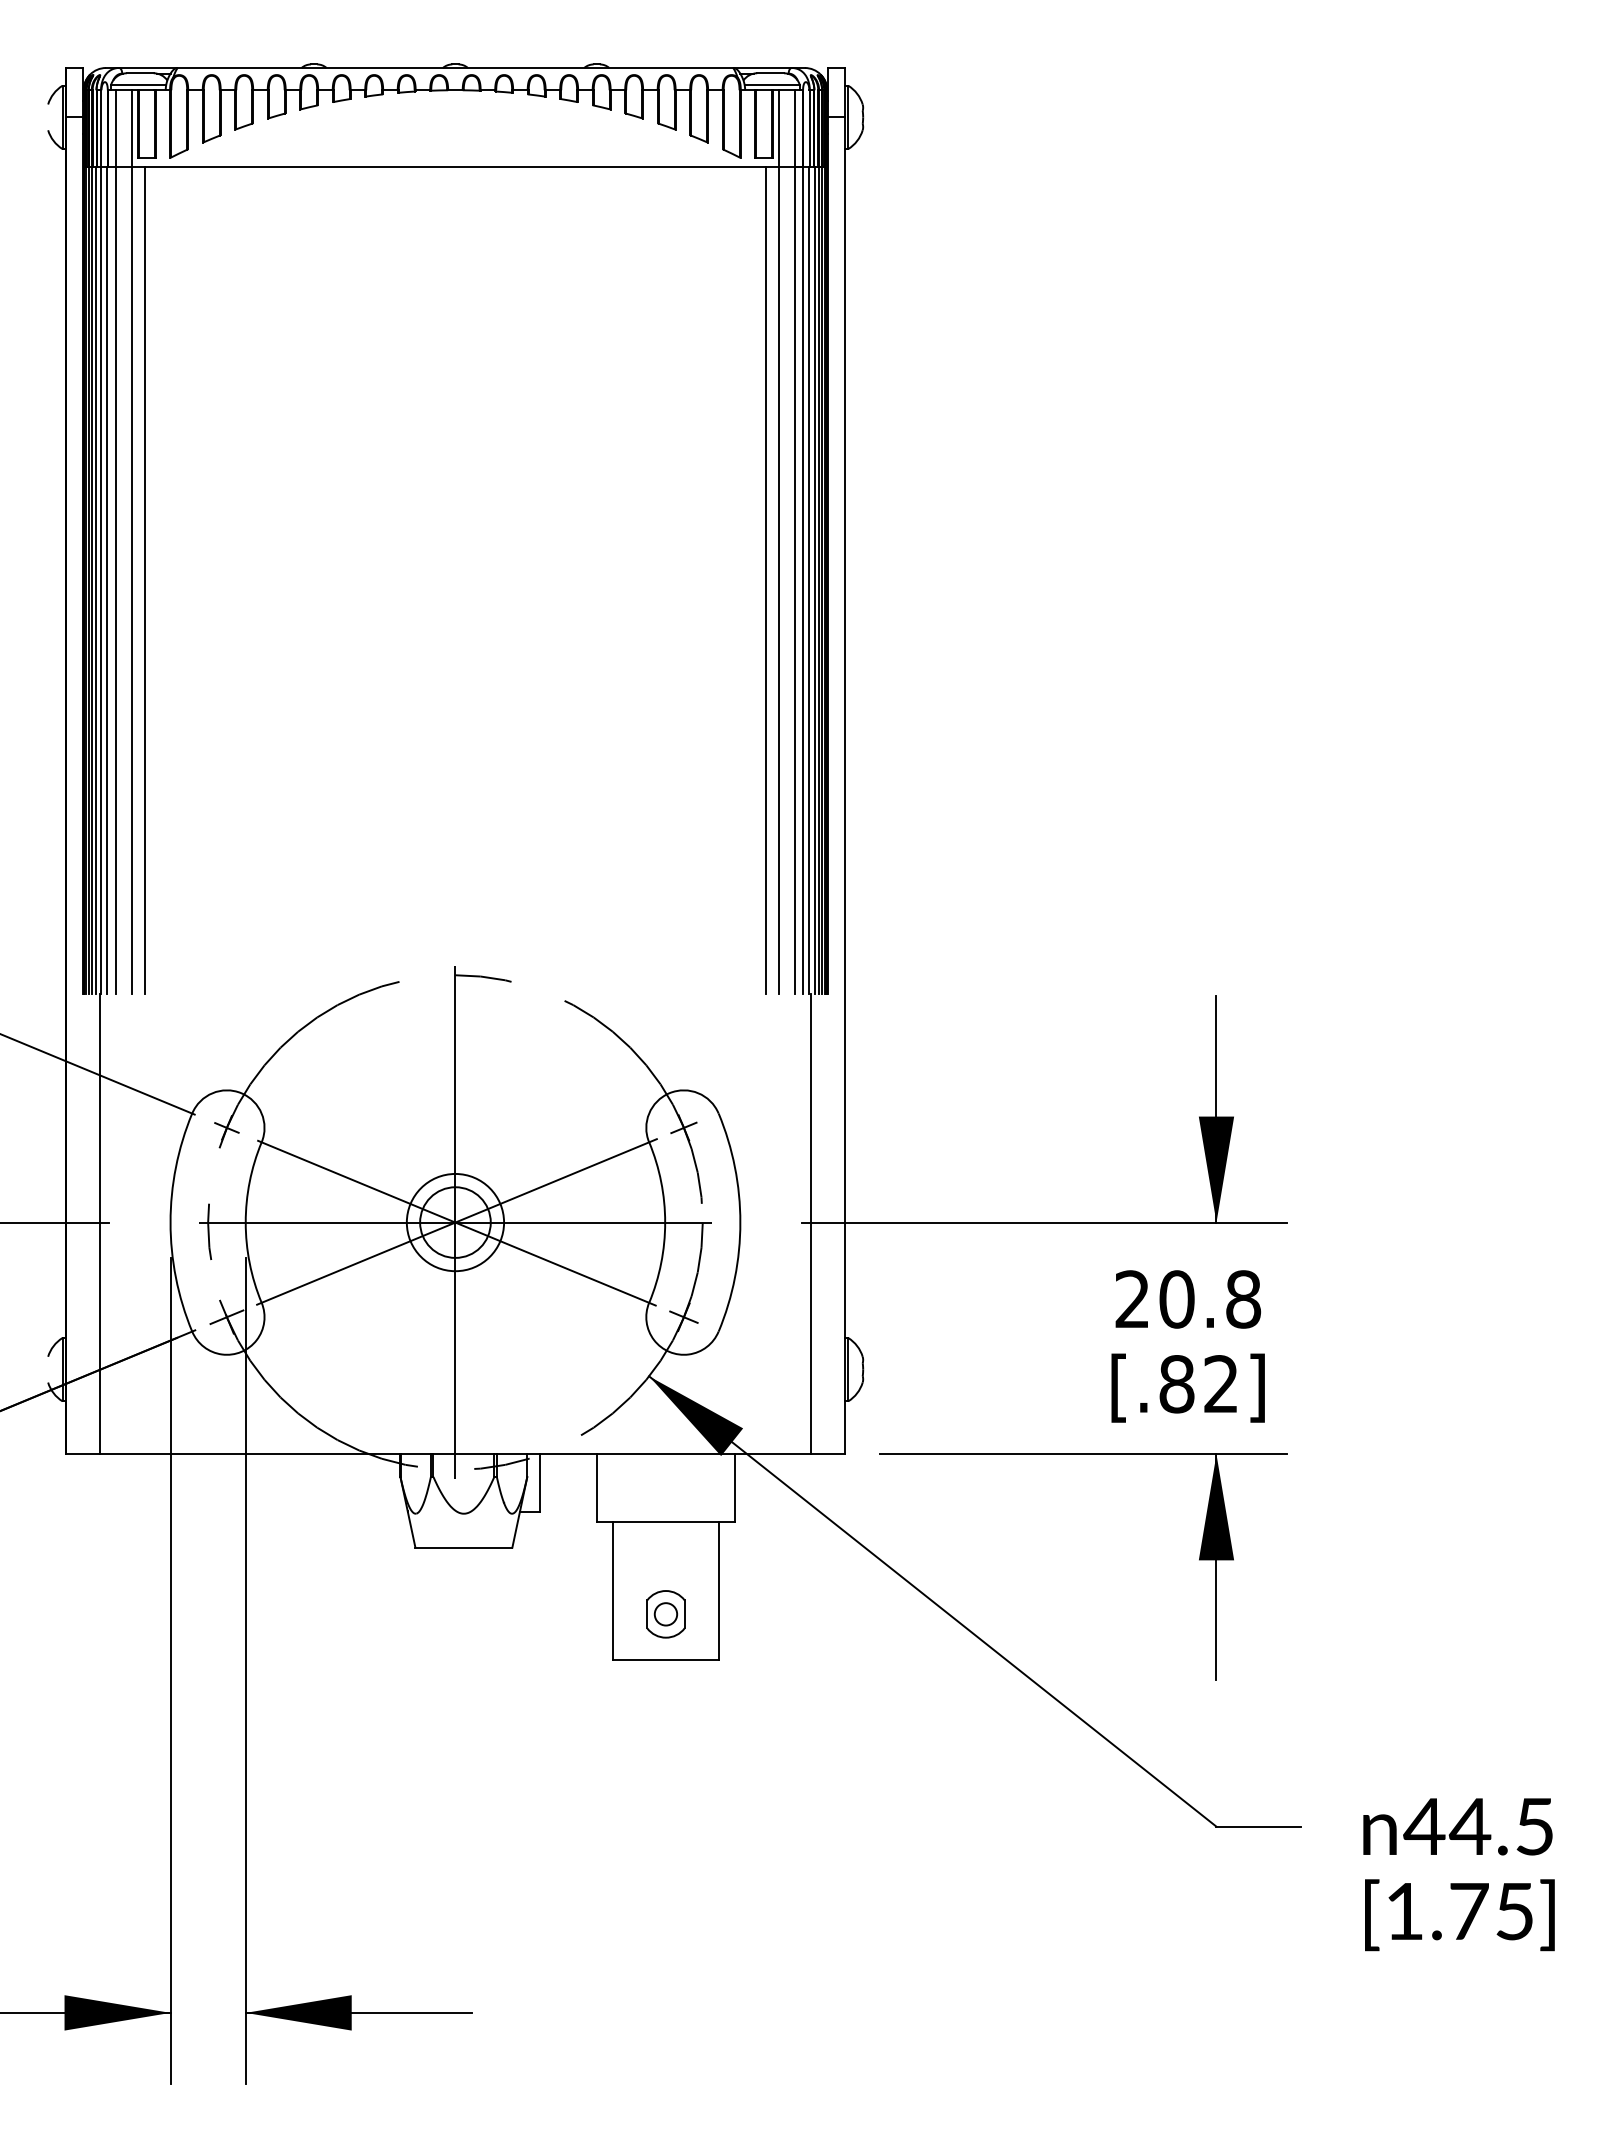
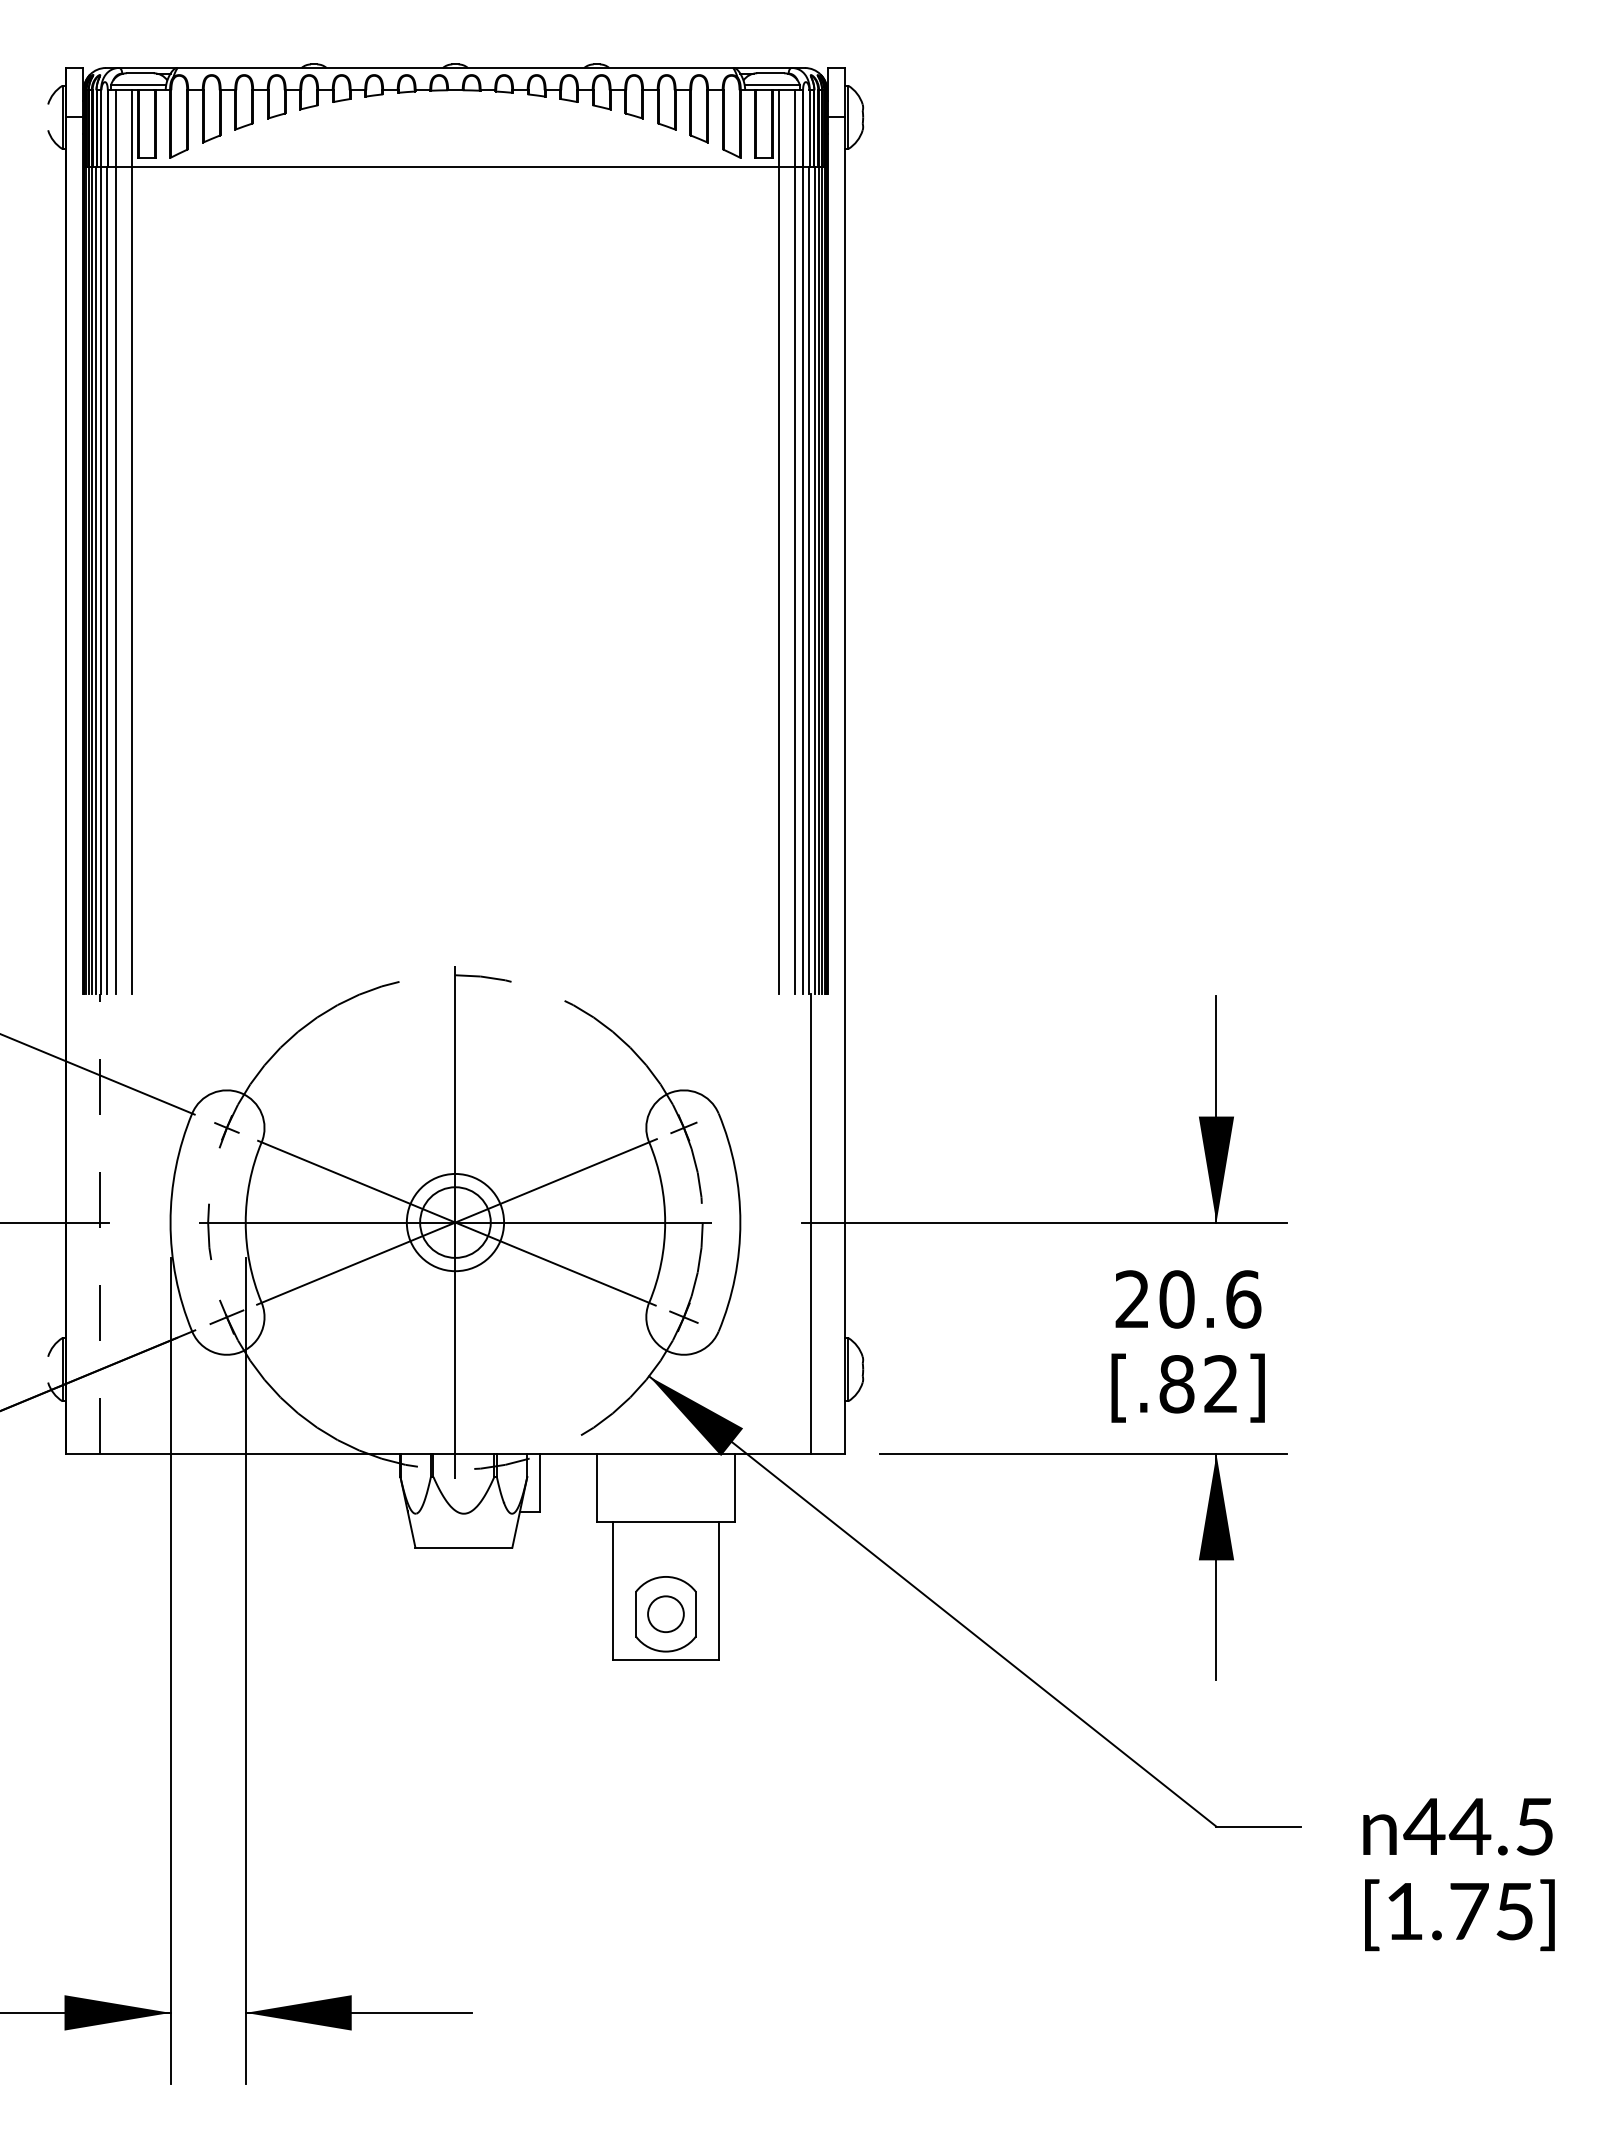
line at (144, 579): present -> none
line at (766, 579): present -> none
line at (99, 1223): solid -> dashed
text at (1243, 1299): 20.8 -> 20.6
part at (665, 1614) size: 40x49 px -> 62x77 px
